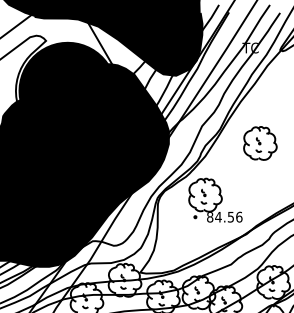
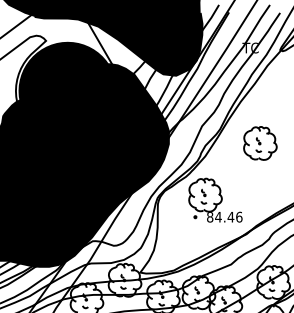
text at (230, 217): 84.56 -> 84.46
